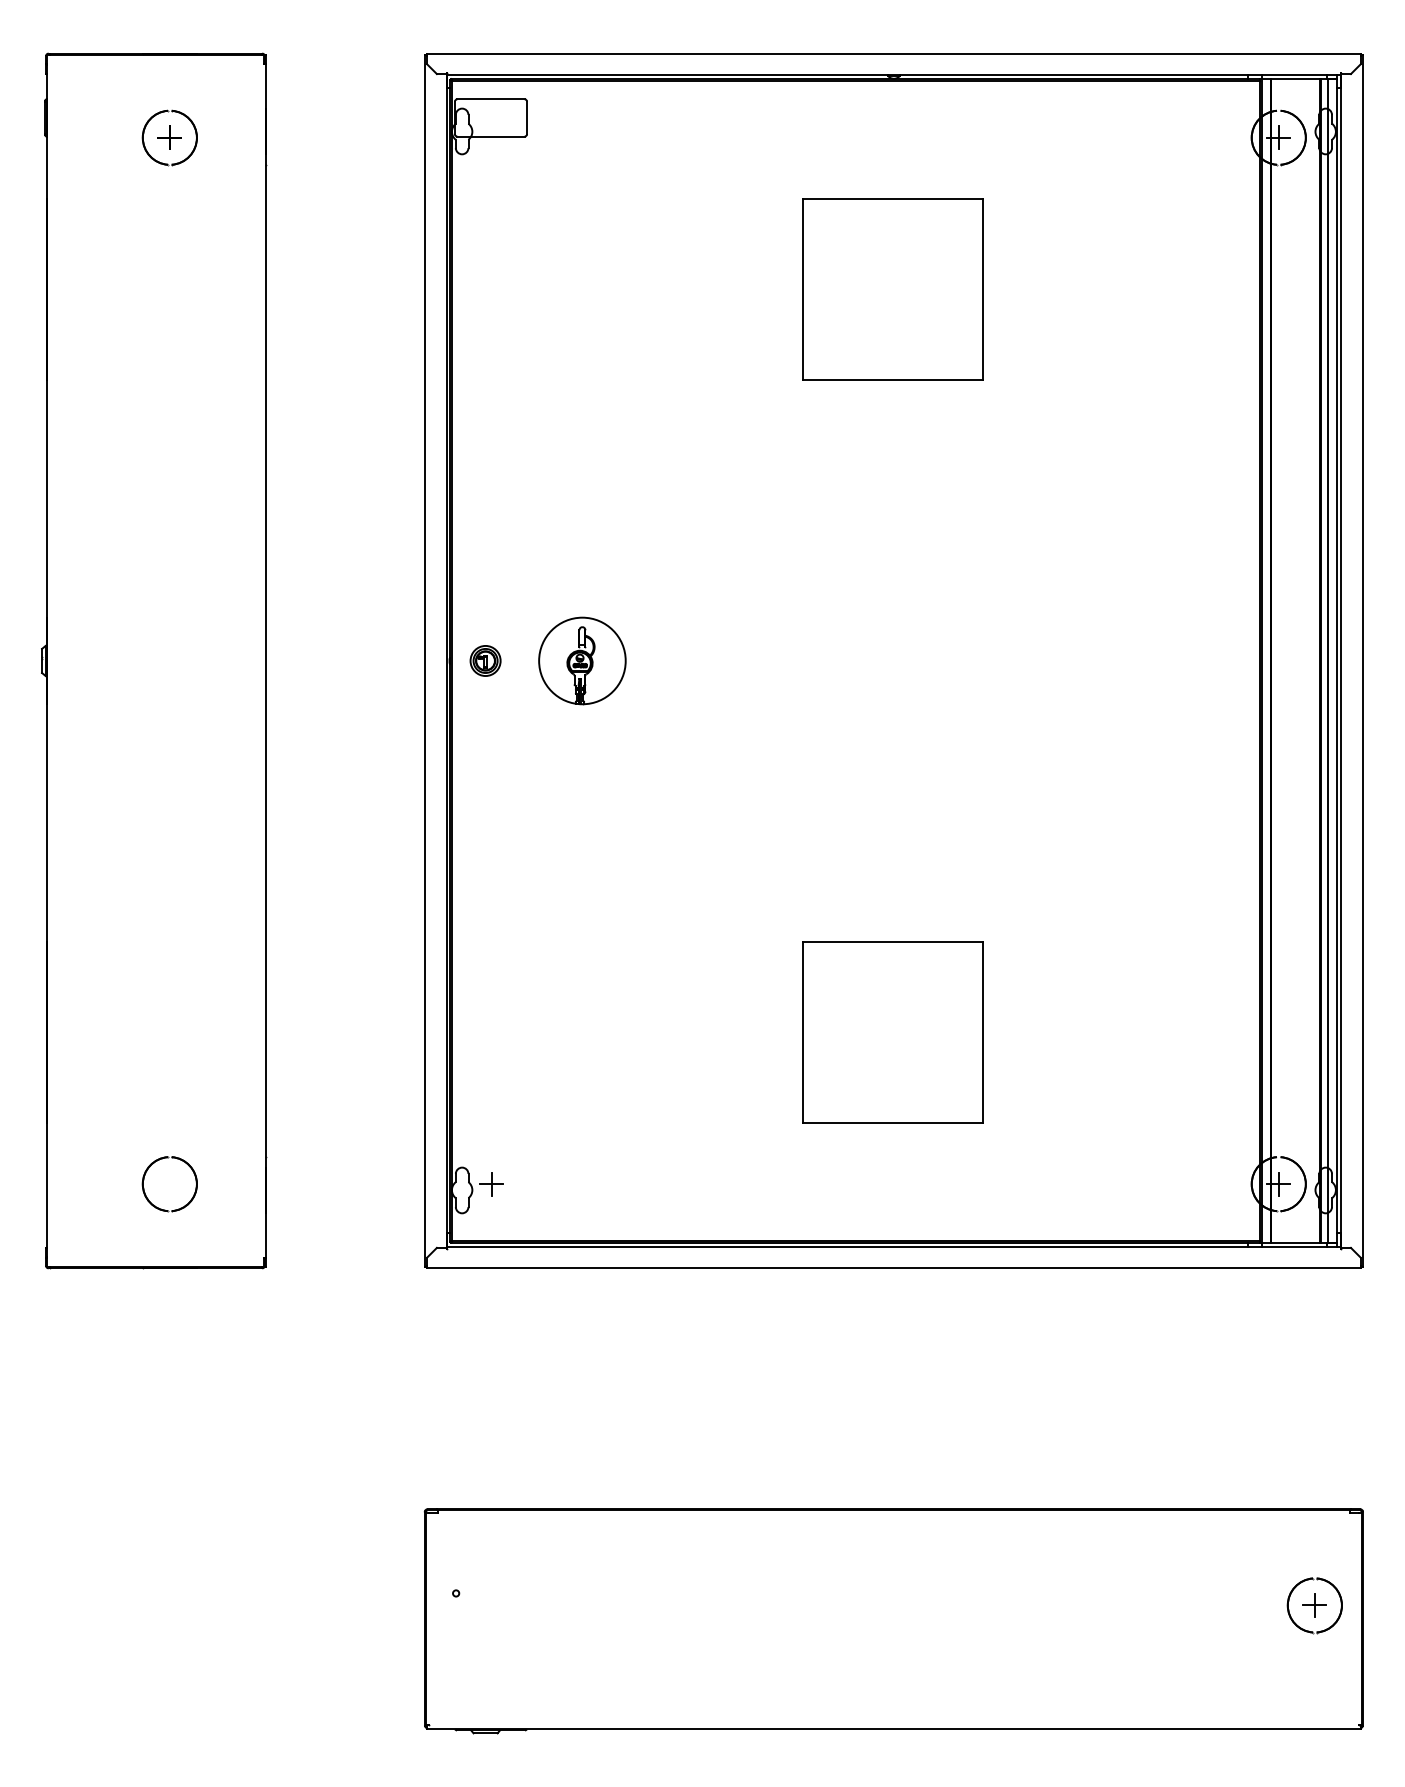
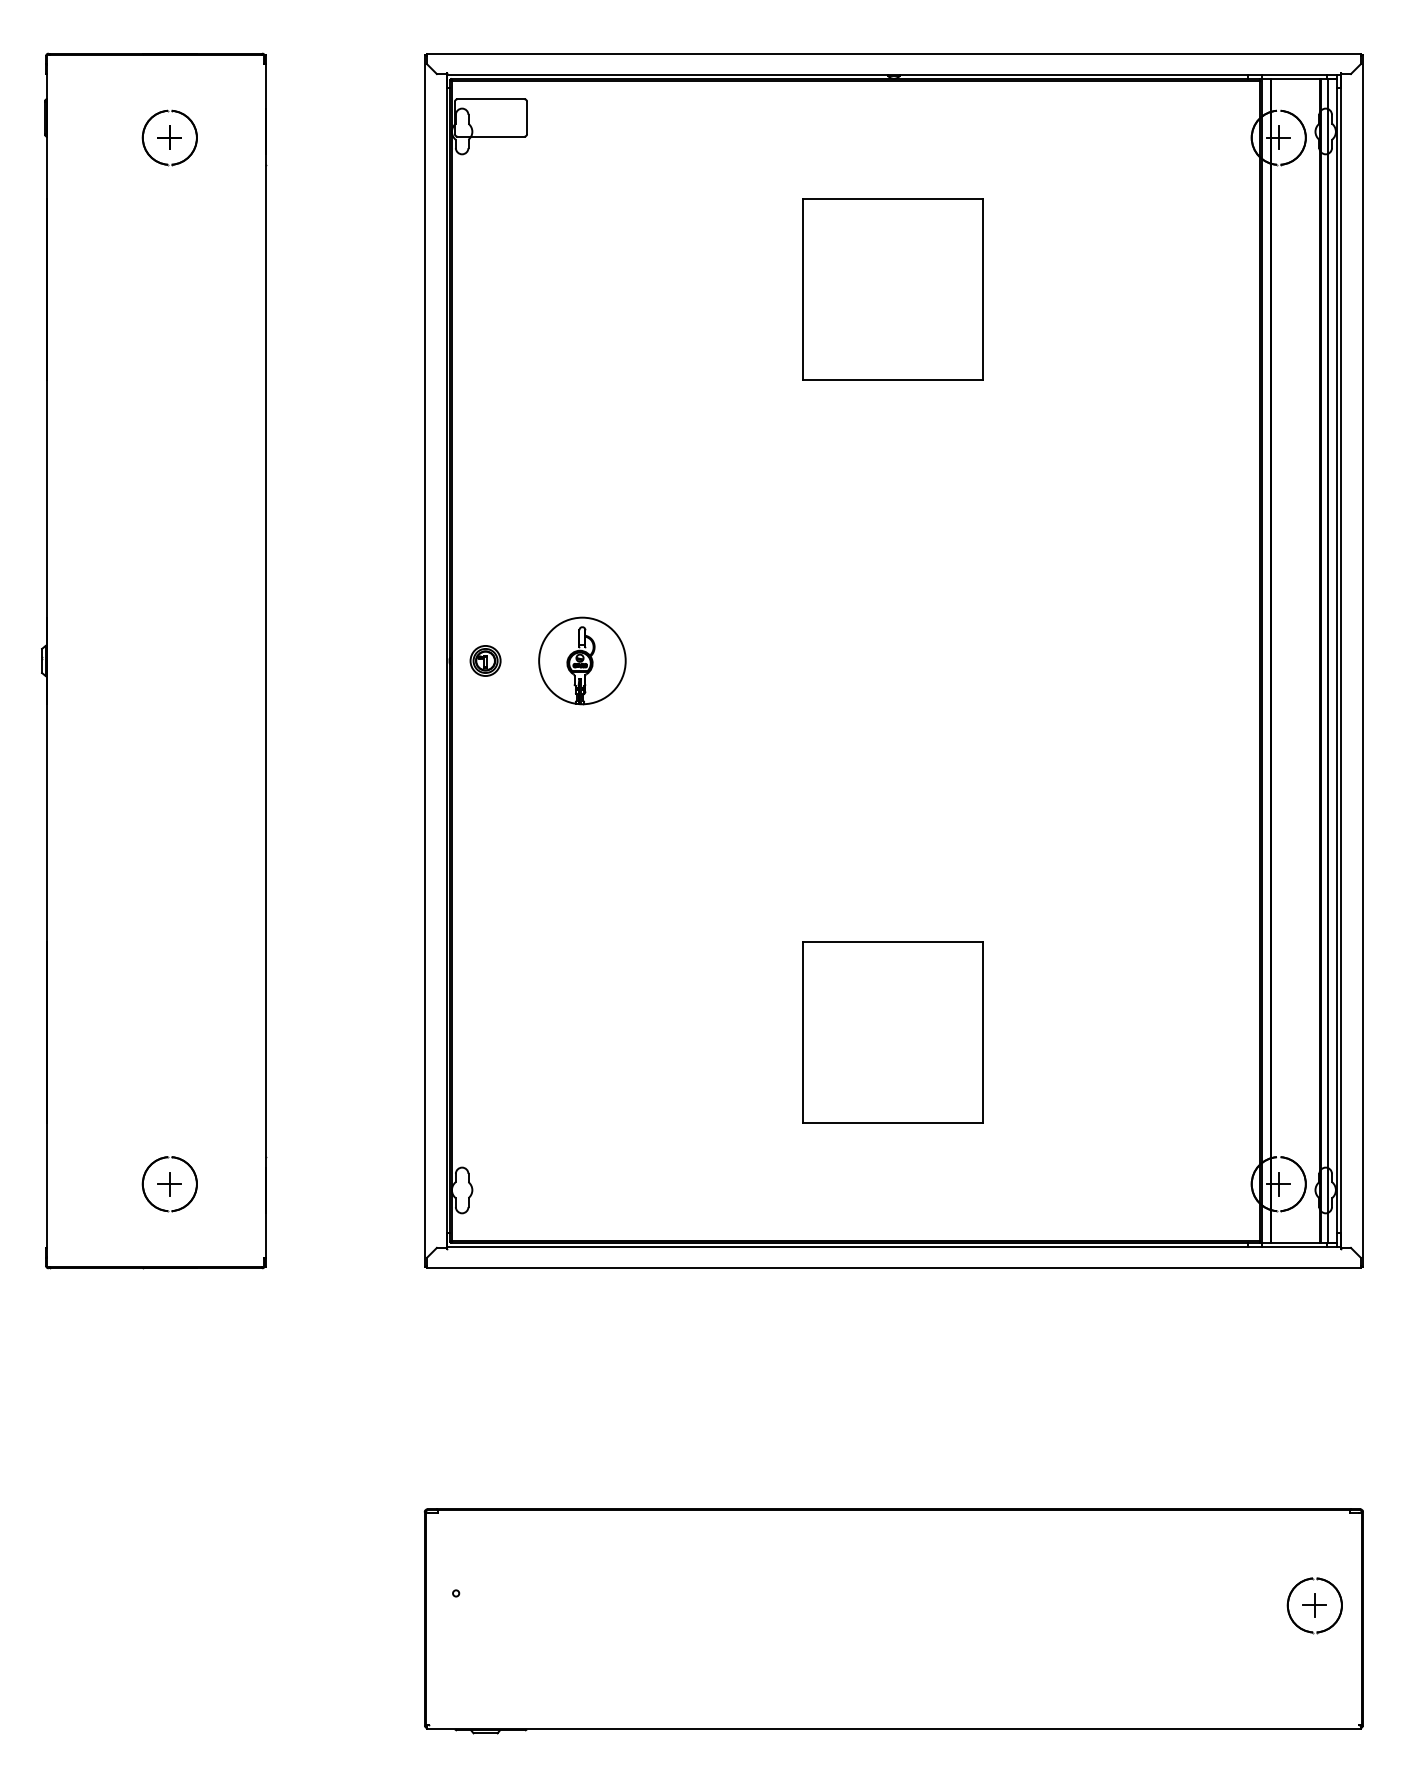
part at (491, 1184) position: (491, 1184) -> (169, 1184)
